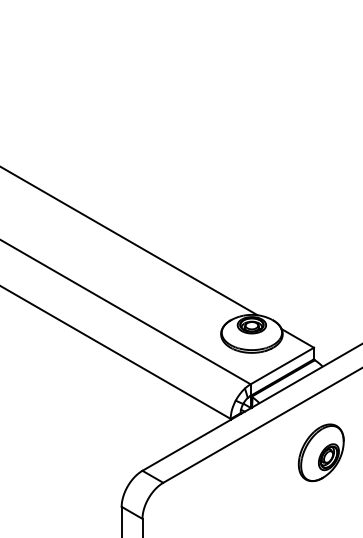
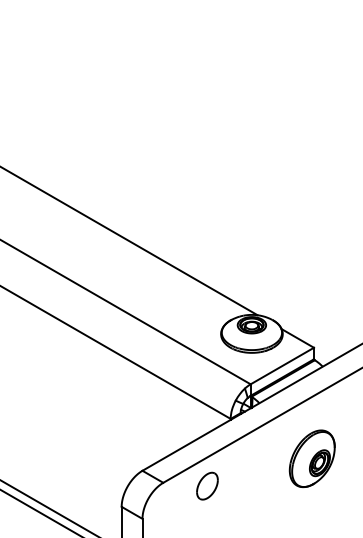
part at (320, 452) position: (320, 452) -> (311, 458)
part at (207, 485): none -> present
line at (48, 507): none -> present
line at (40, 512): none -> present
